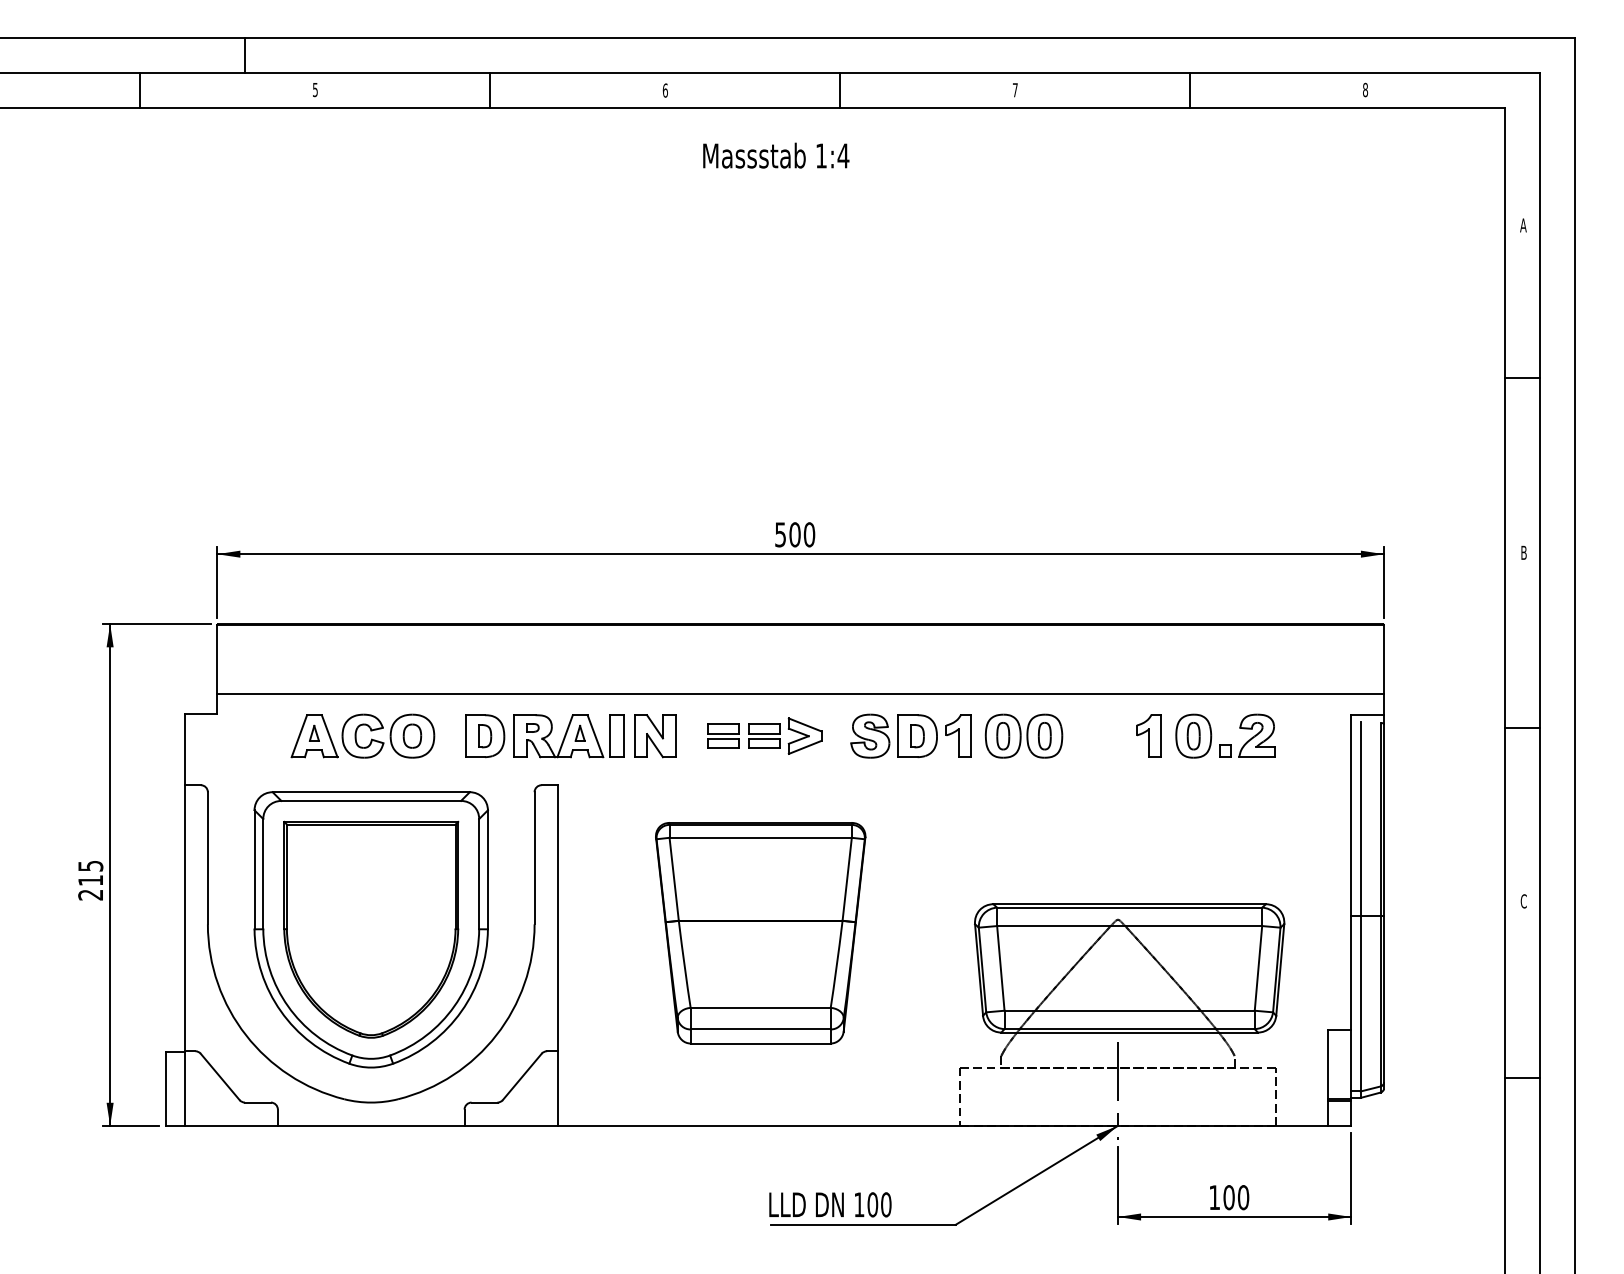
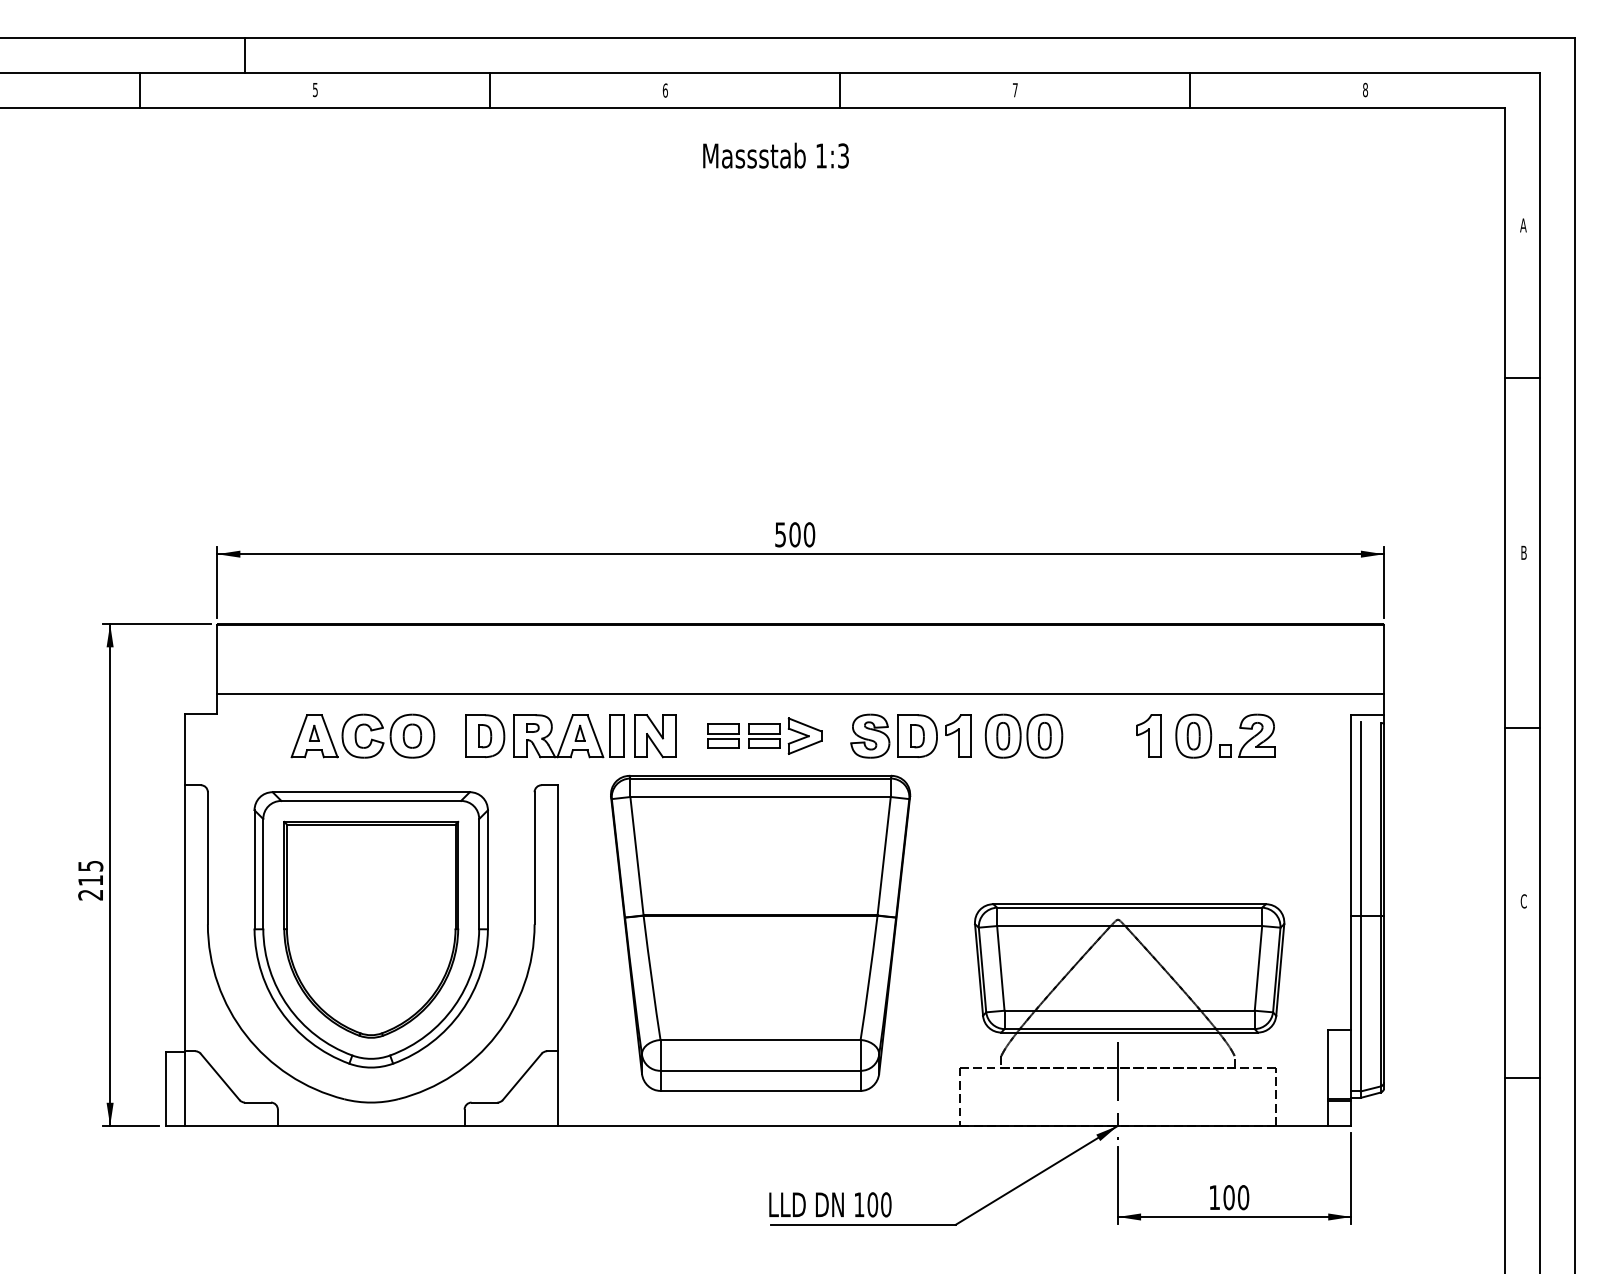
text at (843, 155): 1:4 -> 1:3
part at (760, 933) size: 212x223 px -> 302x318 px
